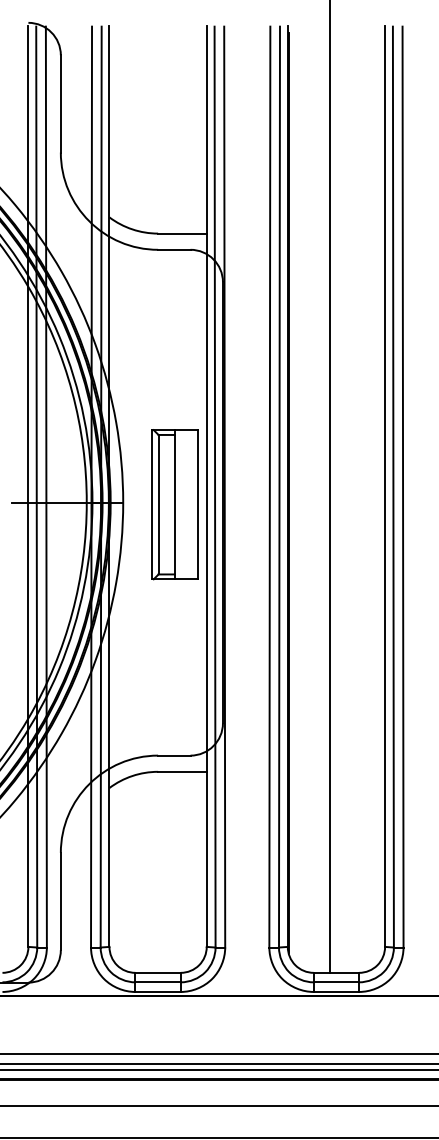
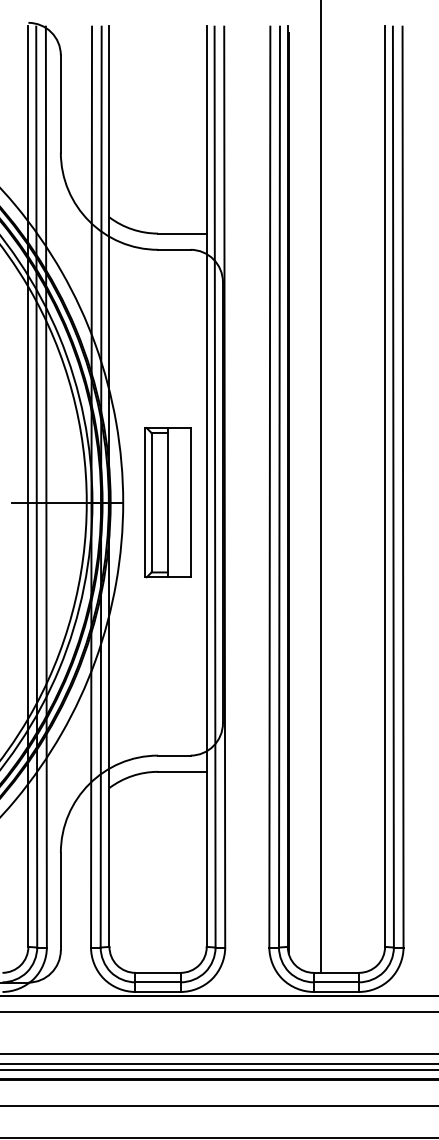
line at (330, 487) position: (330, 487) -> (321, 487)
part at (174, 504) position: (174, 504) -> (167, 502)
line at (218, 1011): none -> present
